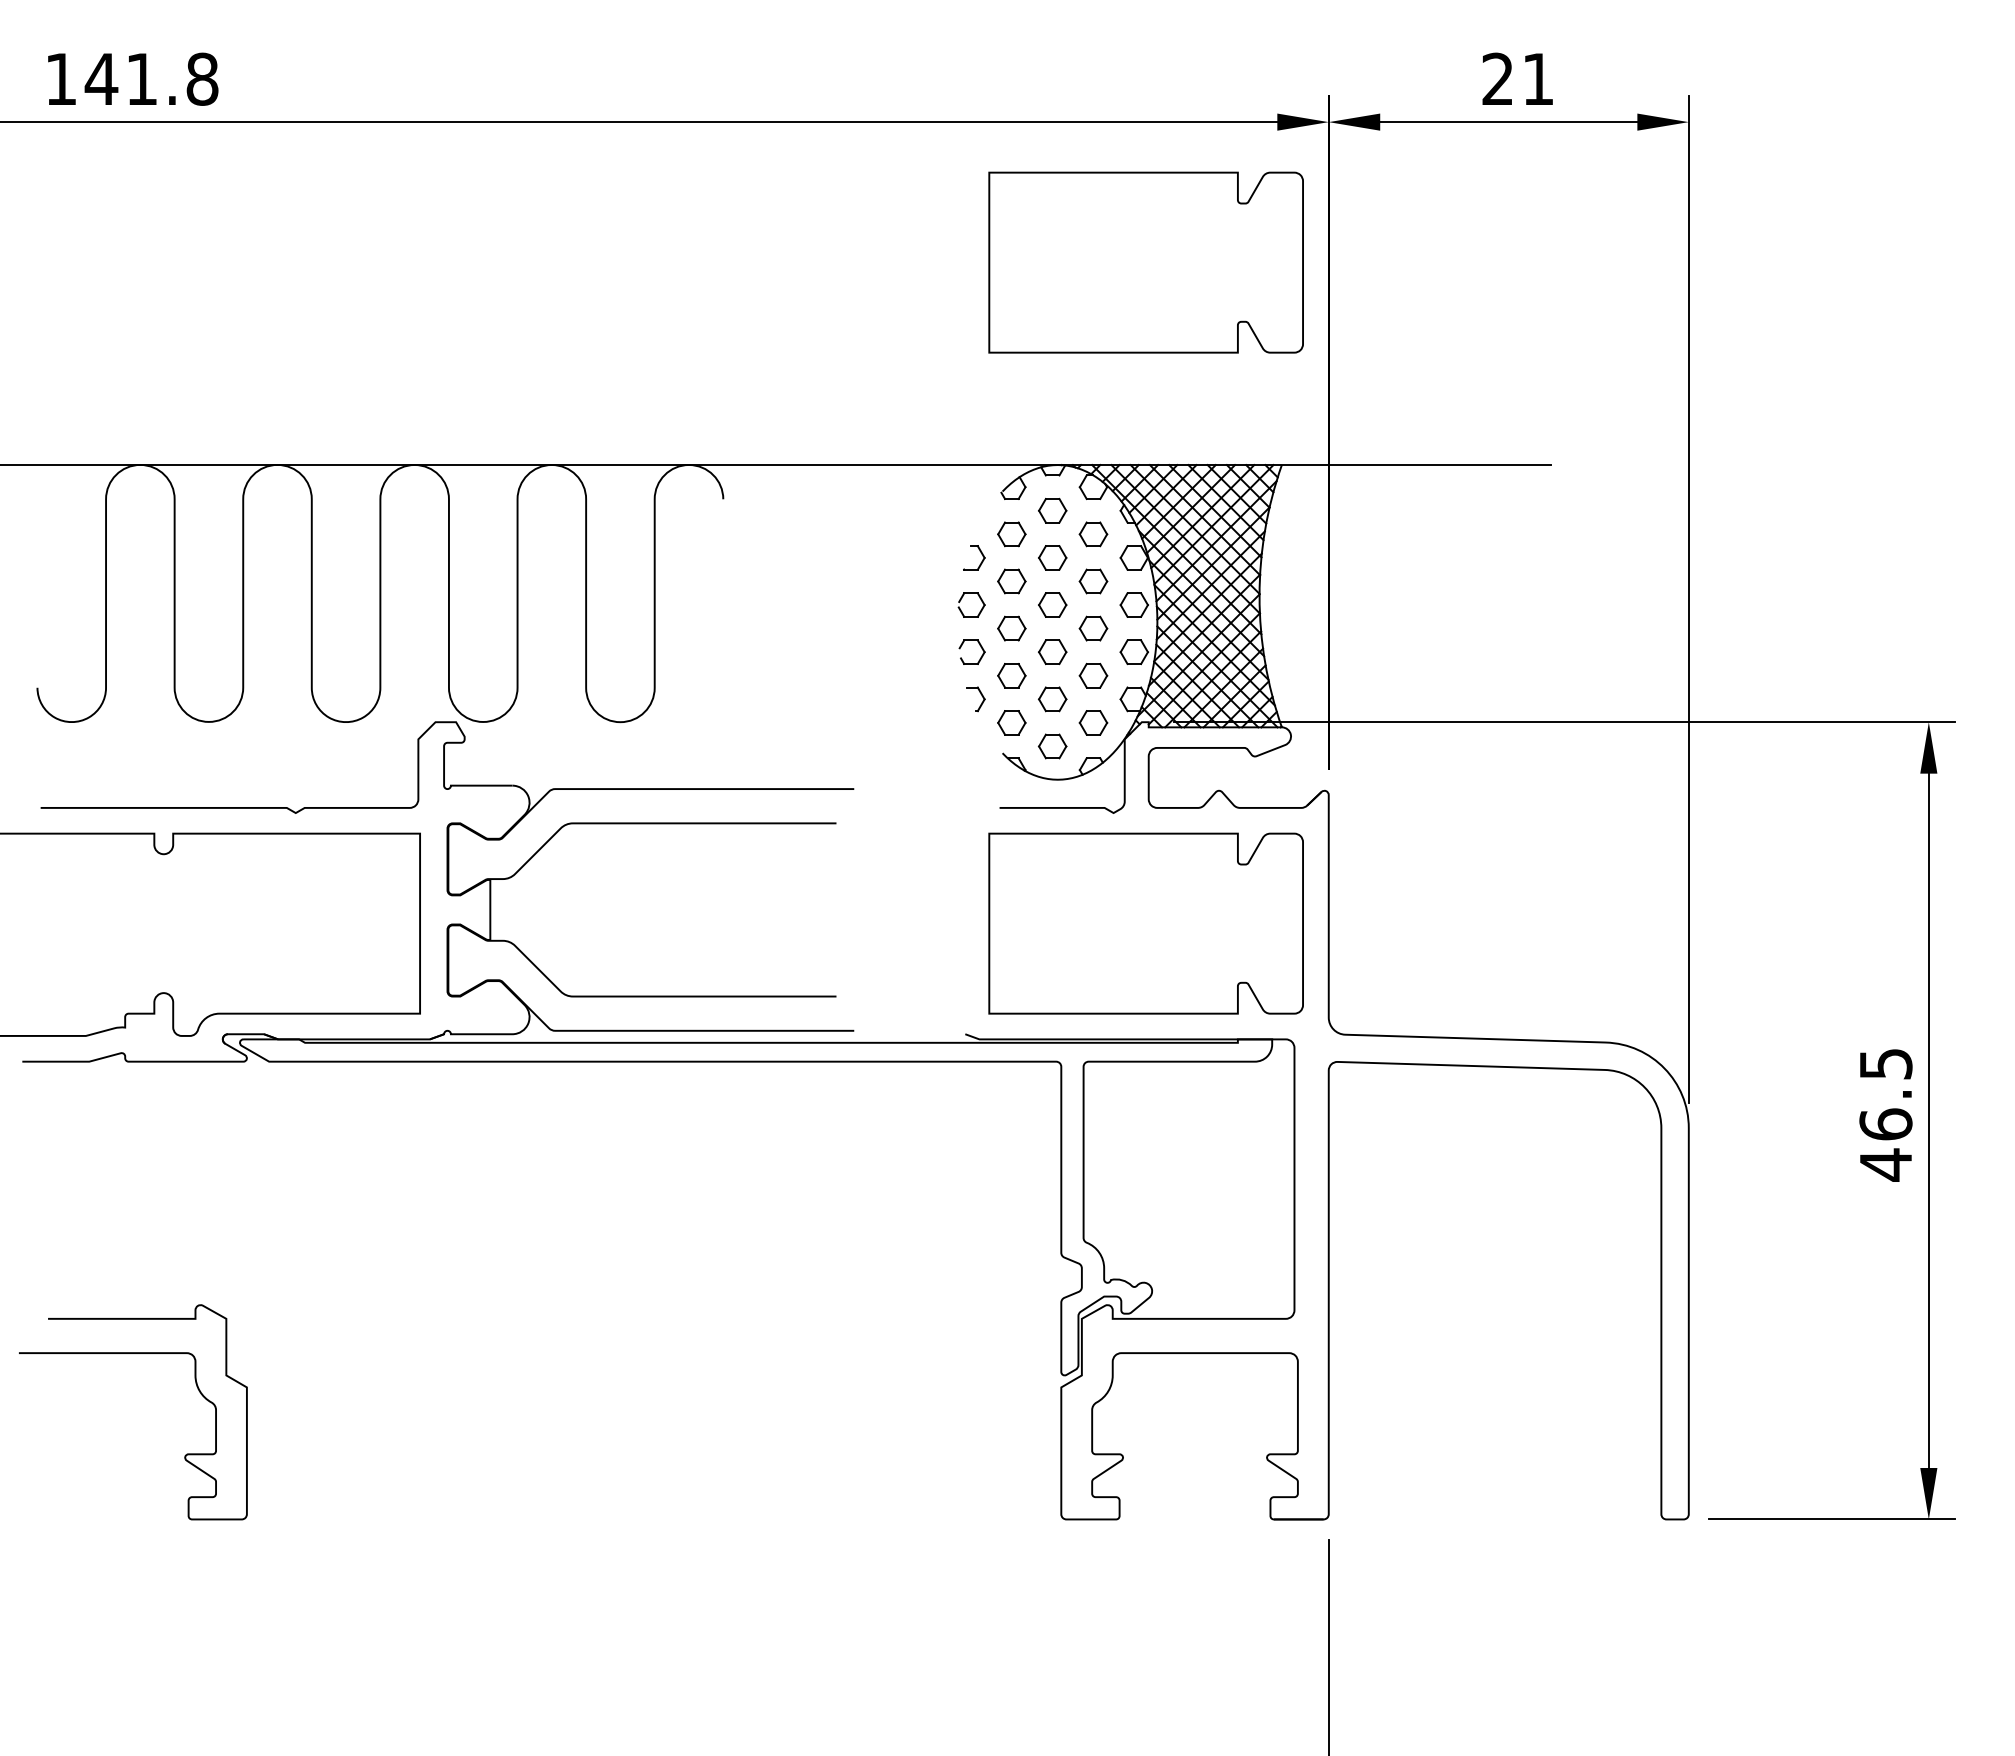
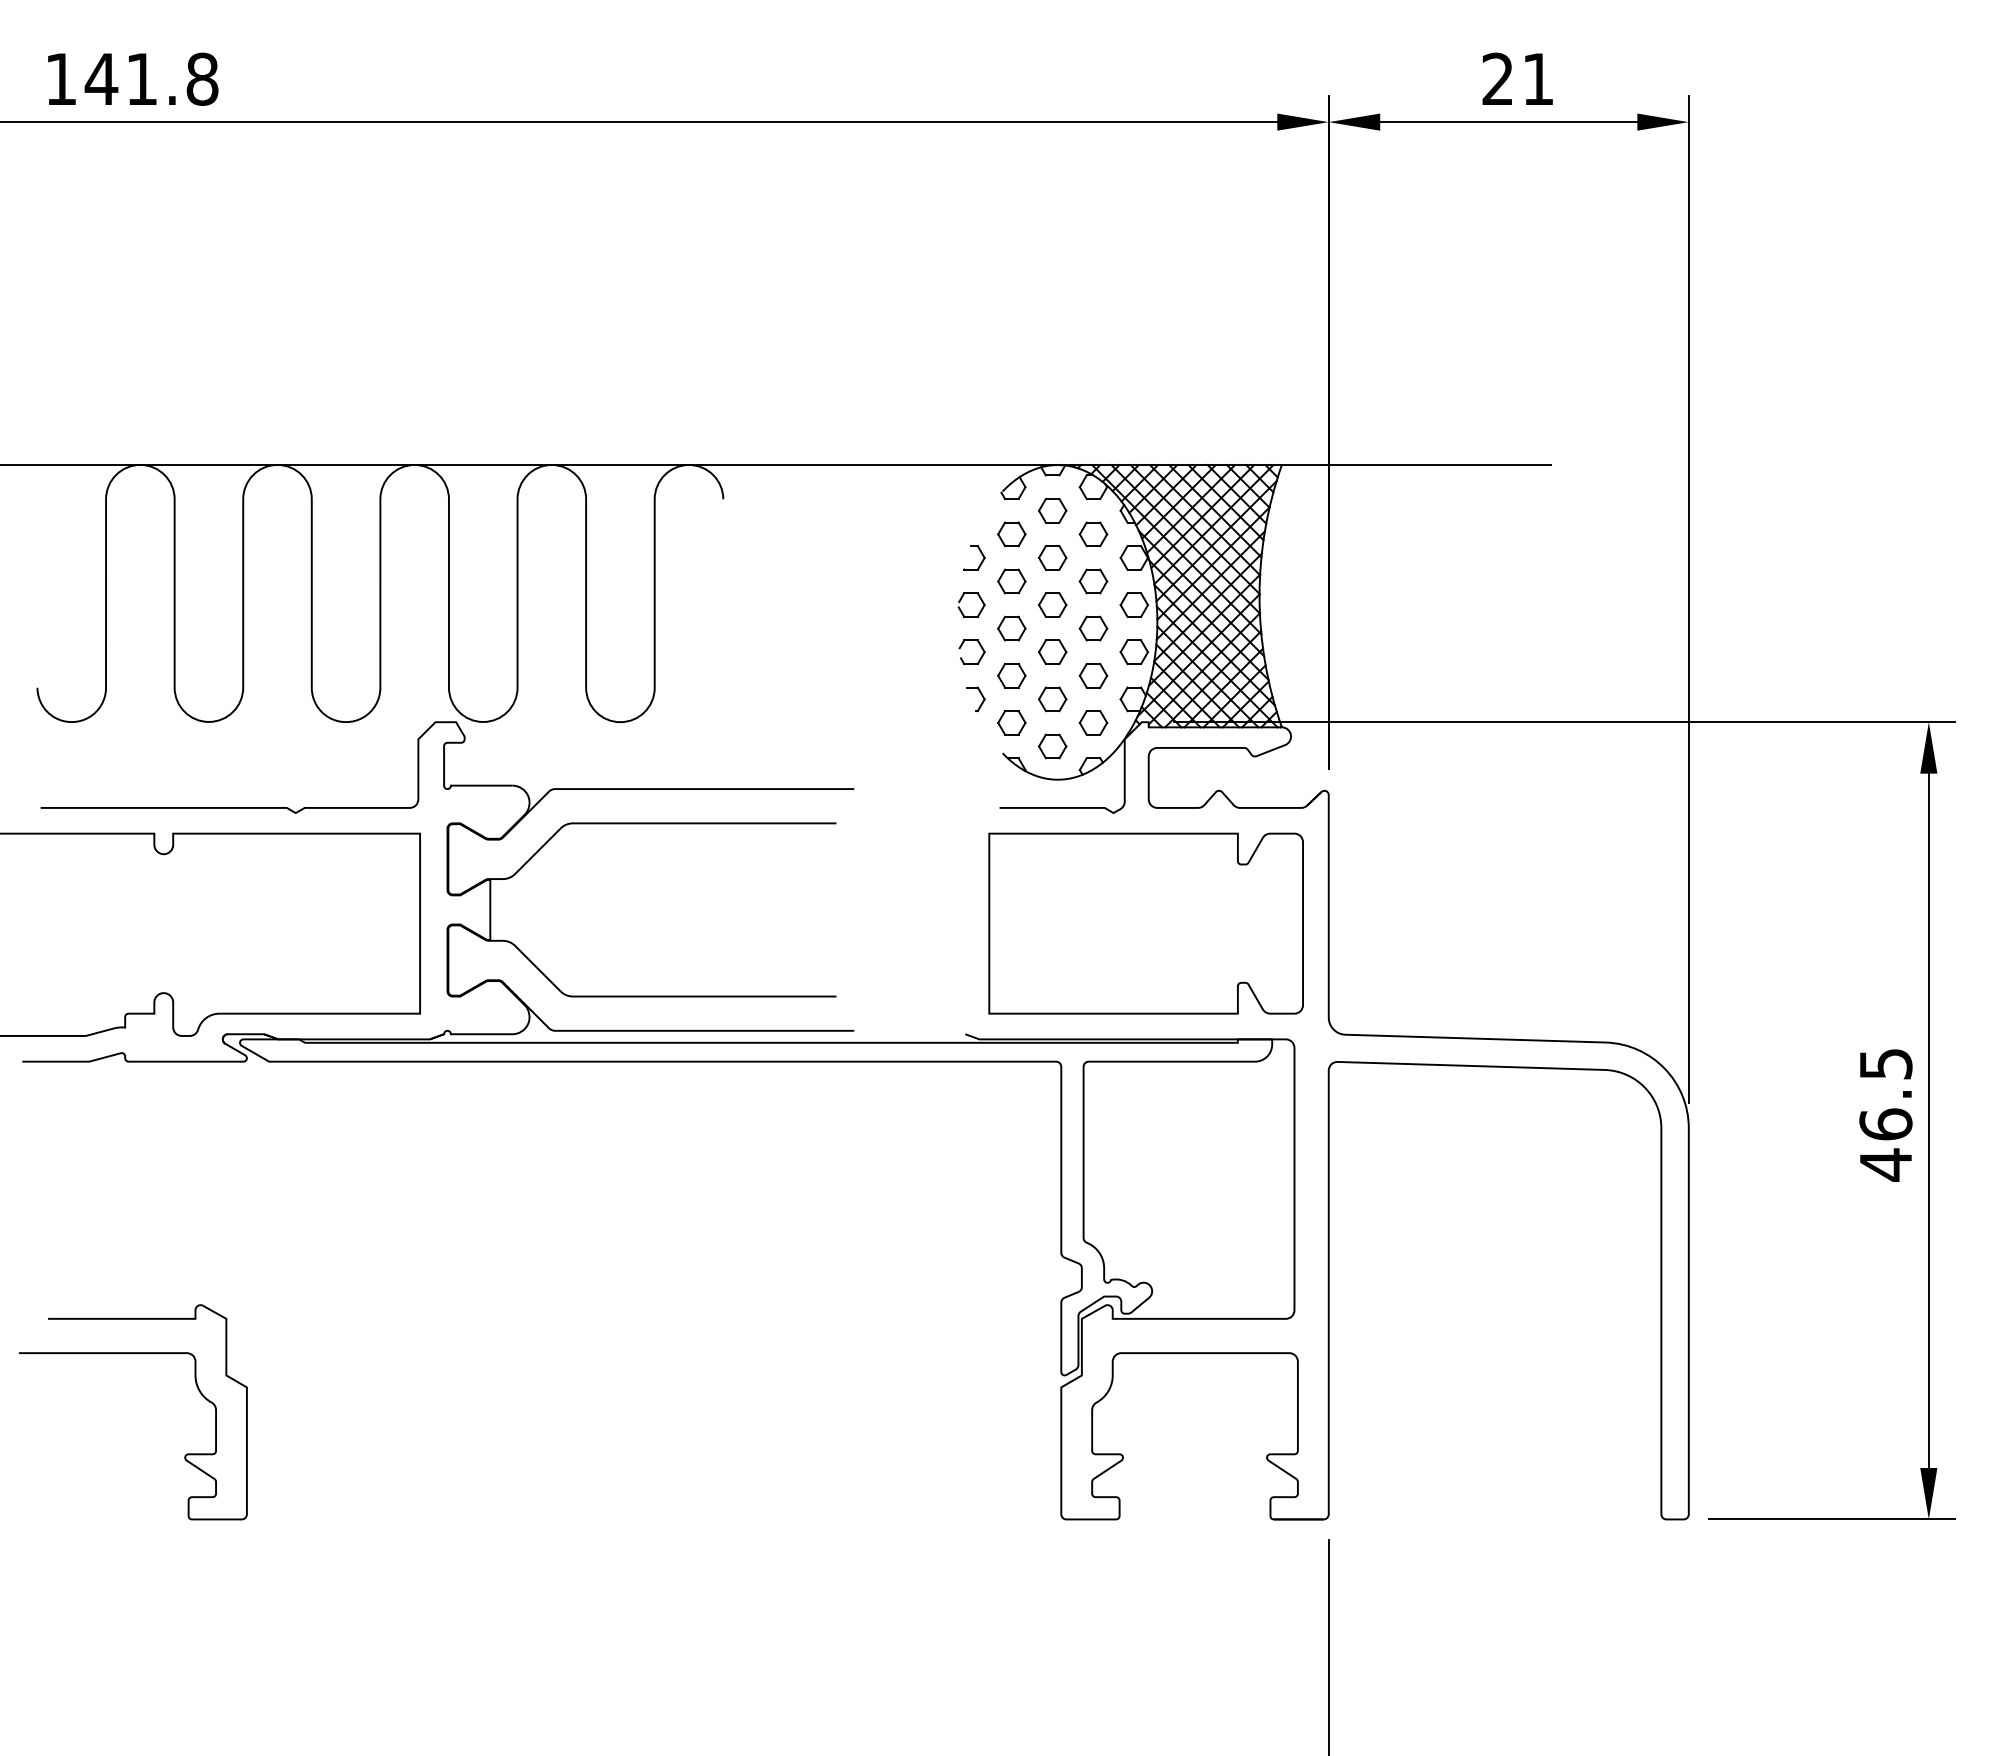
part at (1145, 262): present -> none
